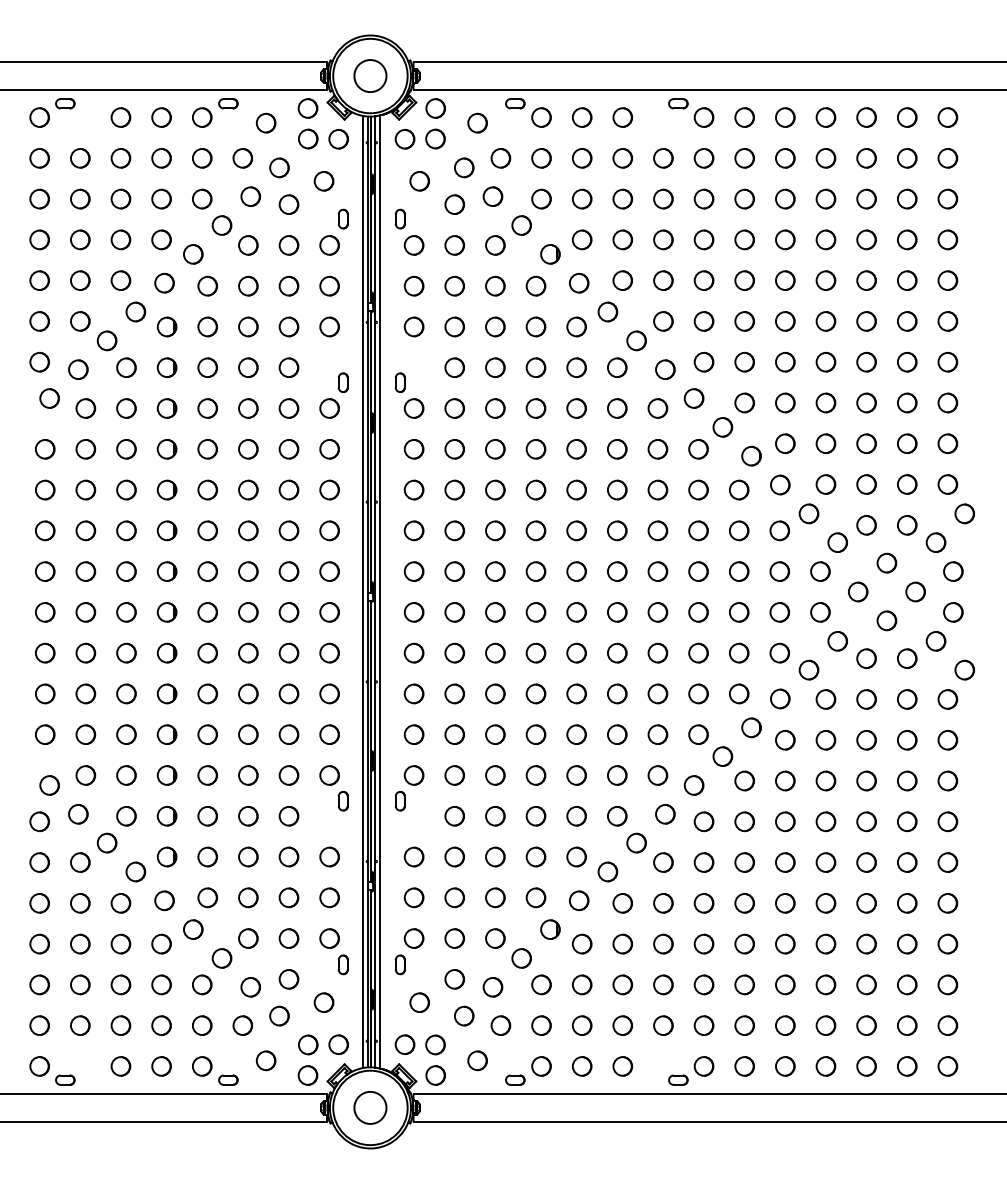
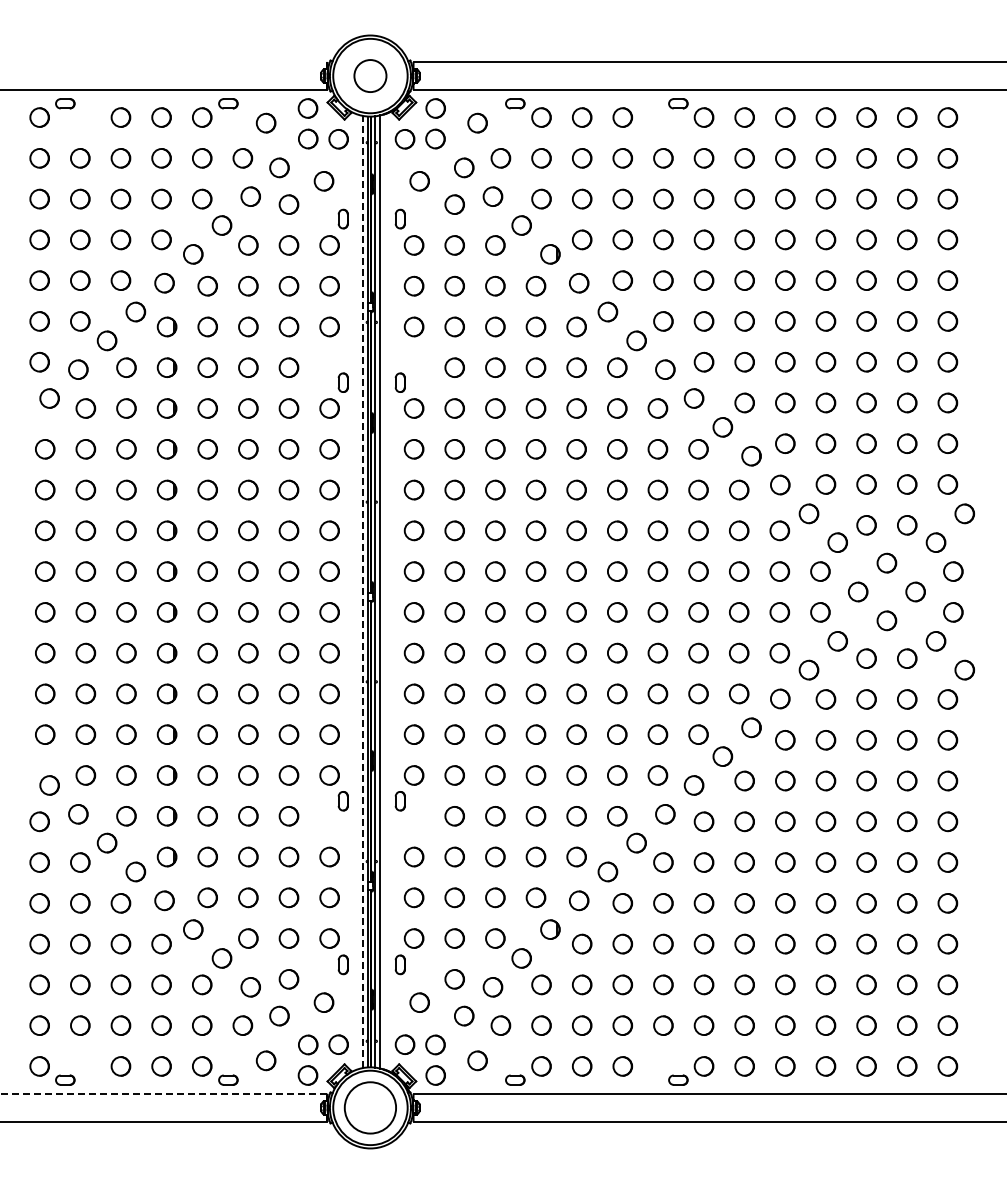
line at (164, 61): present -> none
line at (363, 592): solid -> dashed
line at (163, 1093): solid -> dashed
circle at (370, 1107) diameter: 32 px -> 51 px
